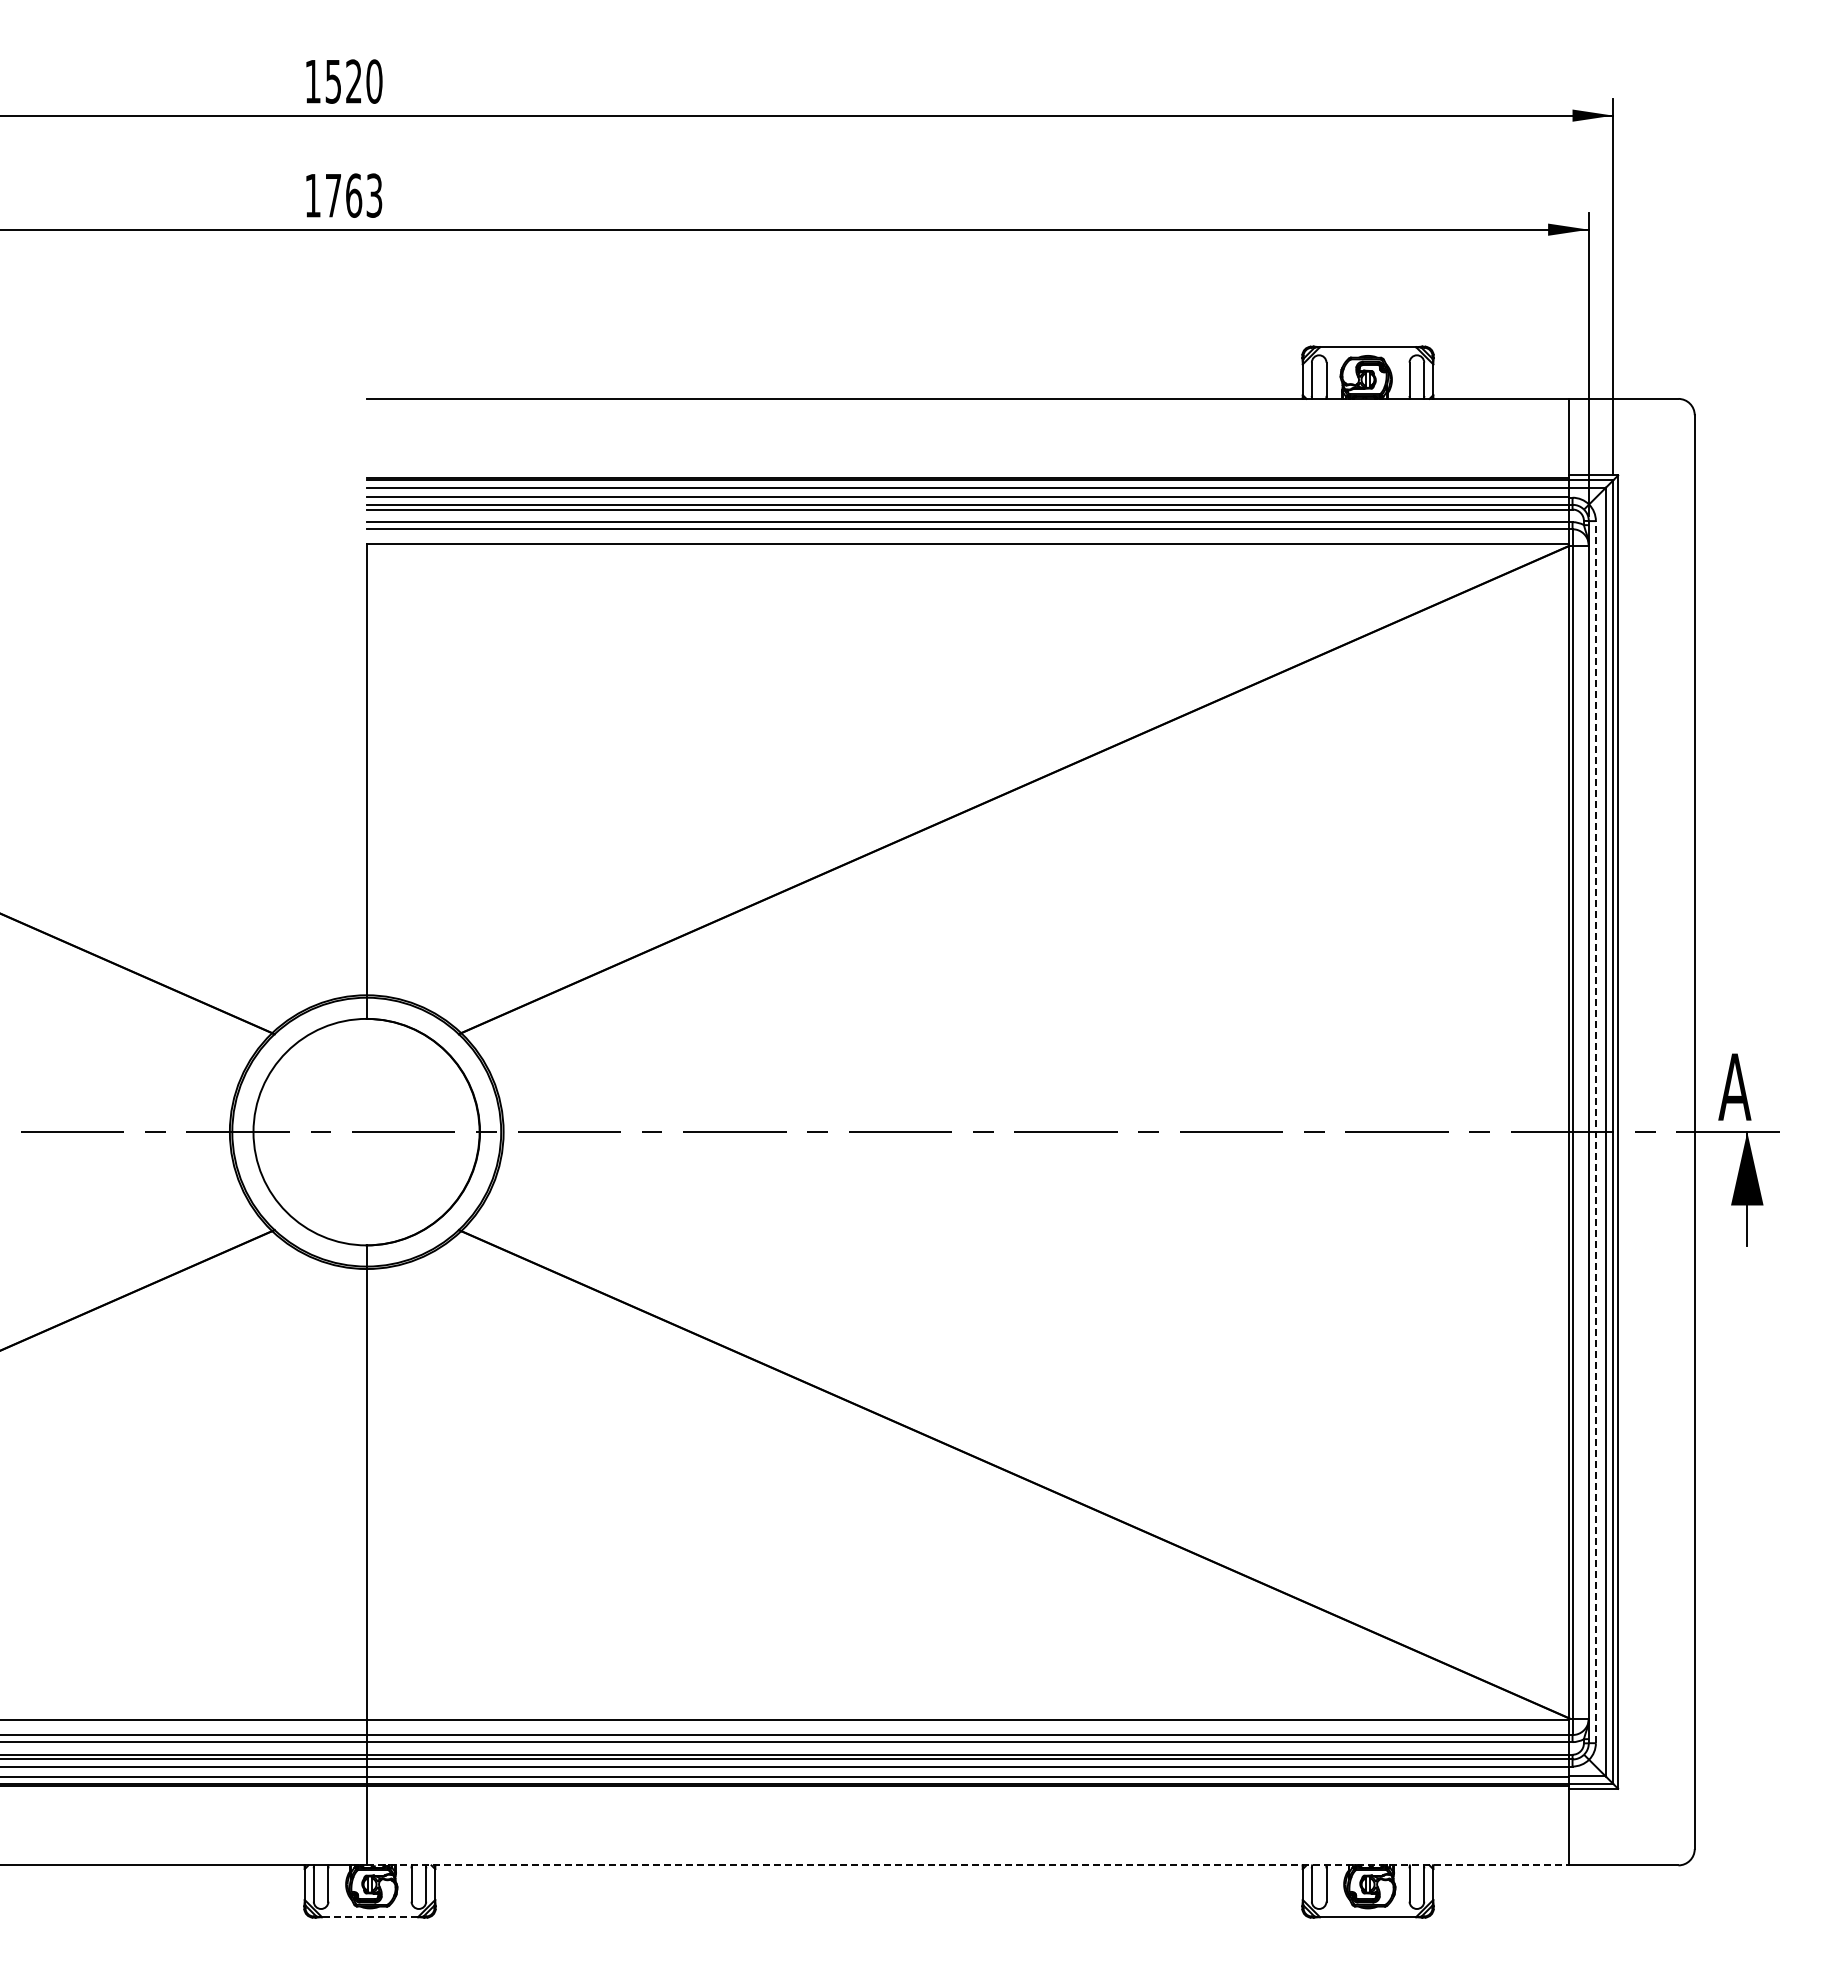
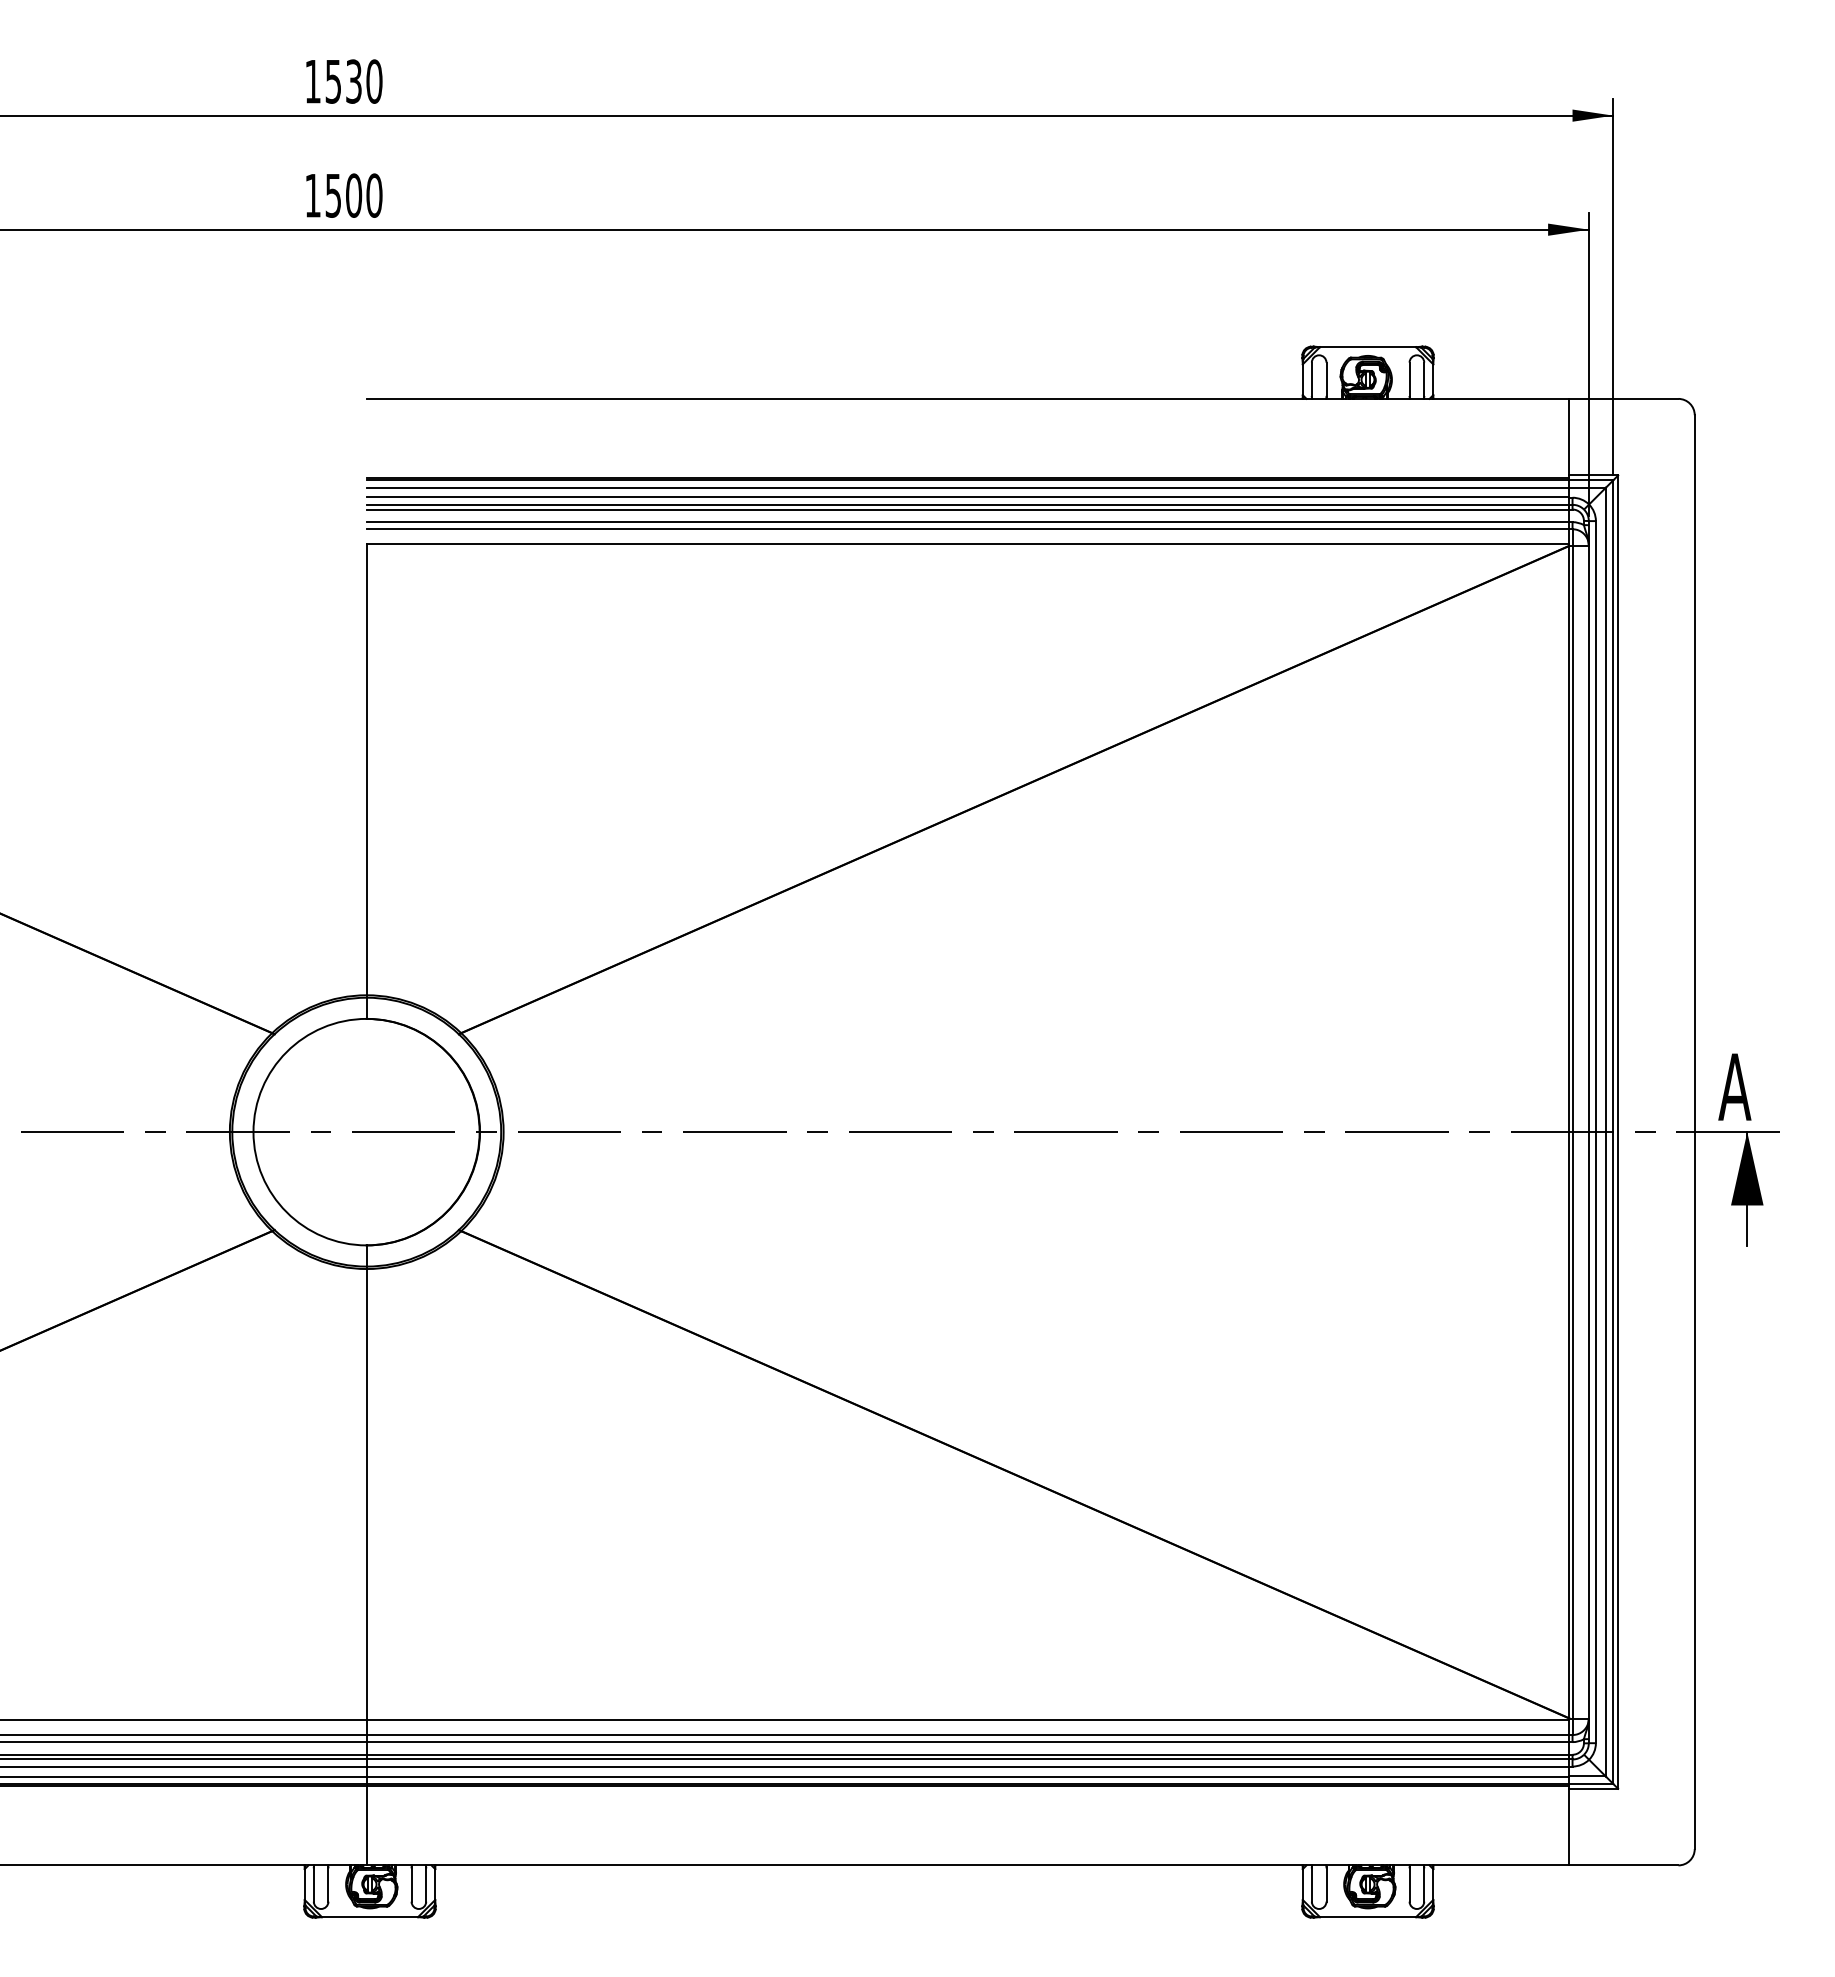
text at (353, 81): 1520 -> 1530
text at (353, 195): 1763 -> 1500
line at (1595, 1131): dashed -> solid
line at (968, 1865): dashed -> solid
line at (369, 1917): dashed -> solid
